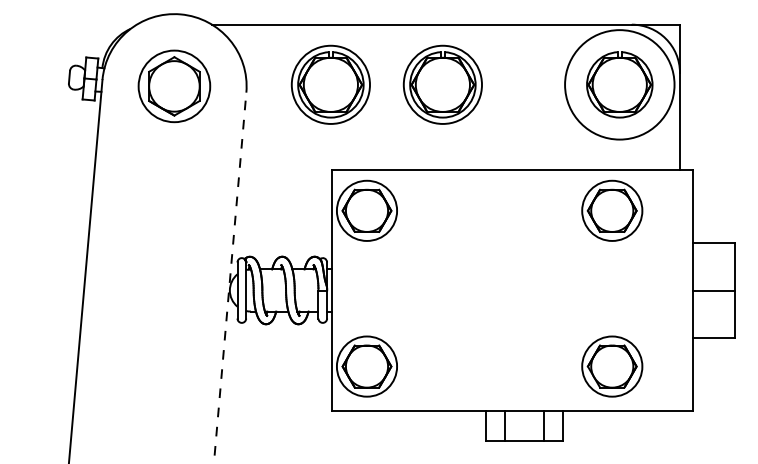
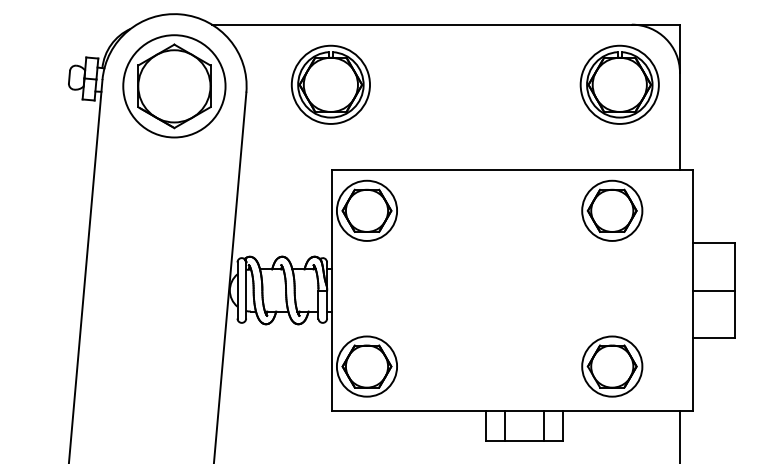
part at (442, 84): present -> none
circle at (619, 84) diameter: 109 px -> 78 px
part at (174, 86) size: 75x75 px -> 105x105 px
line at (230, 277): dashed -> solid
line at (679, 435): none -> present
